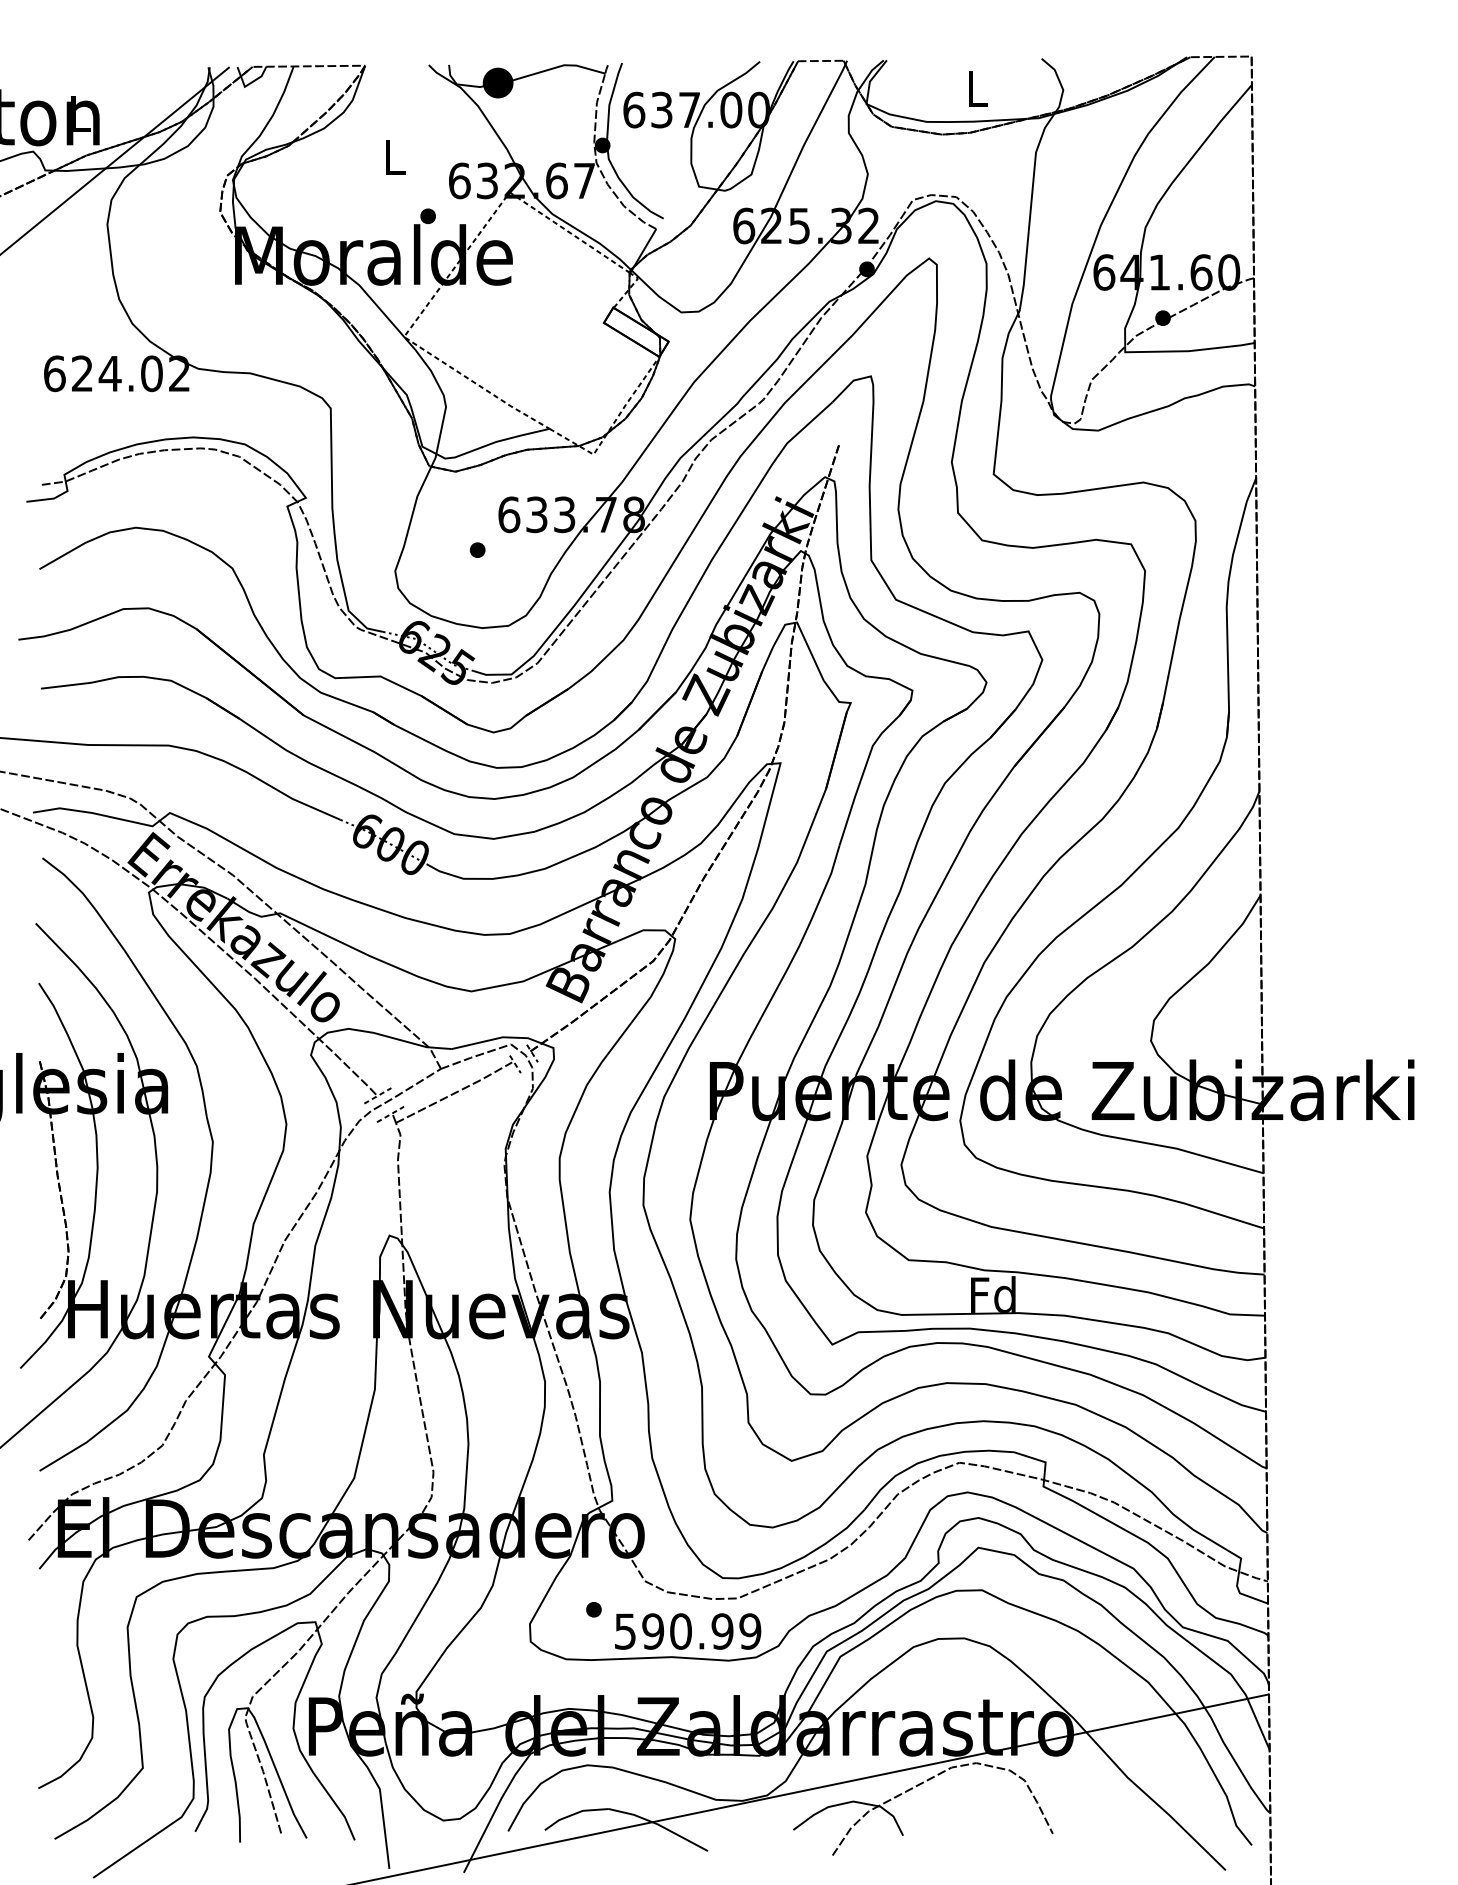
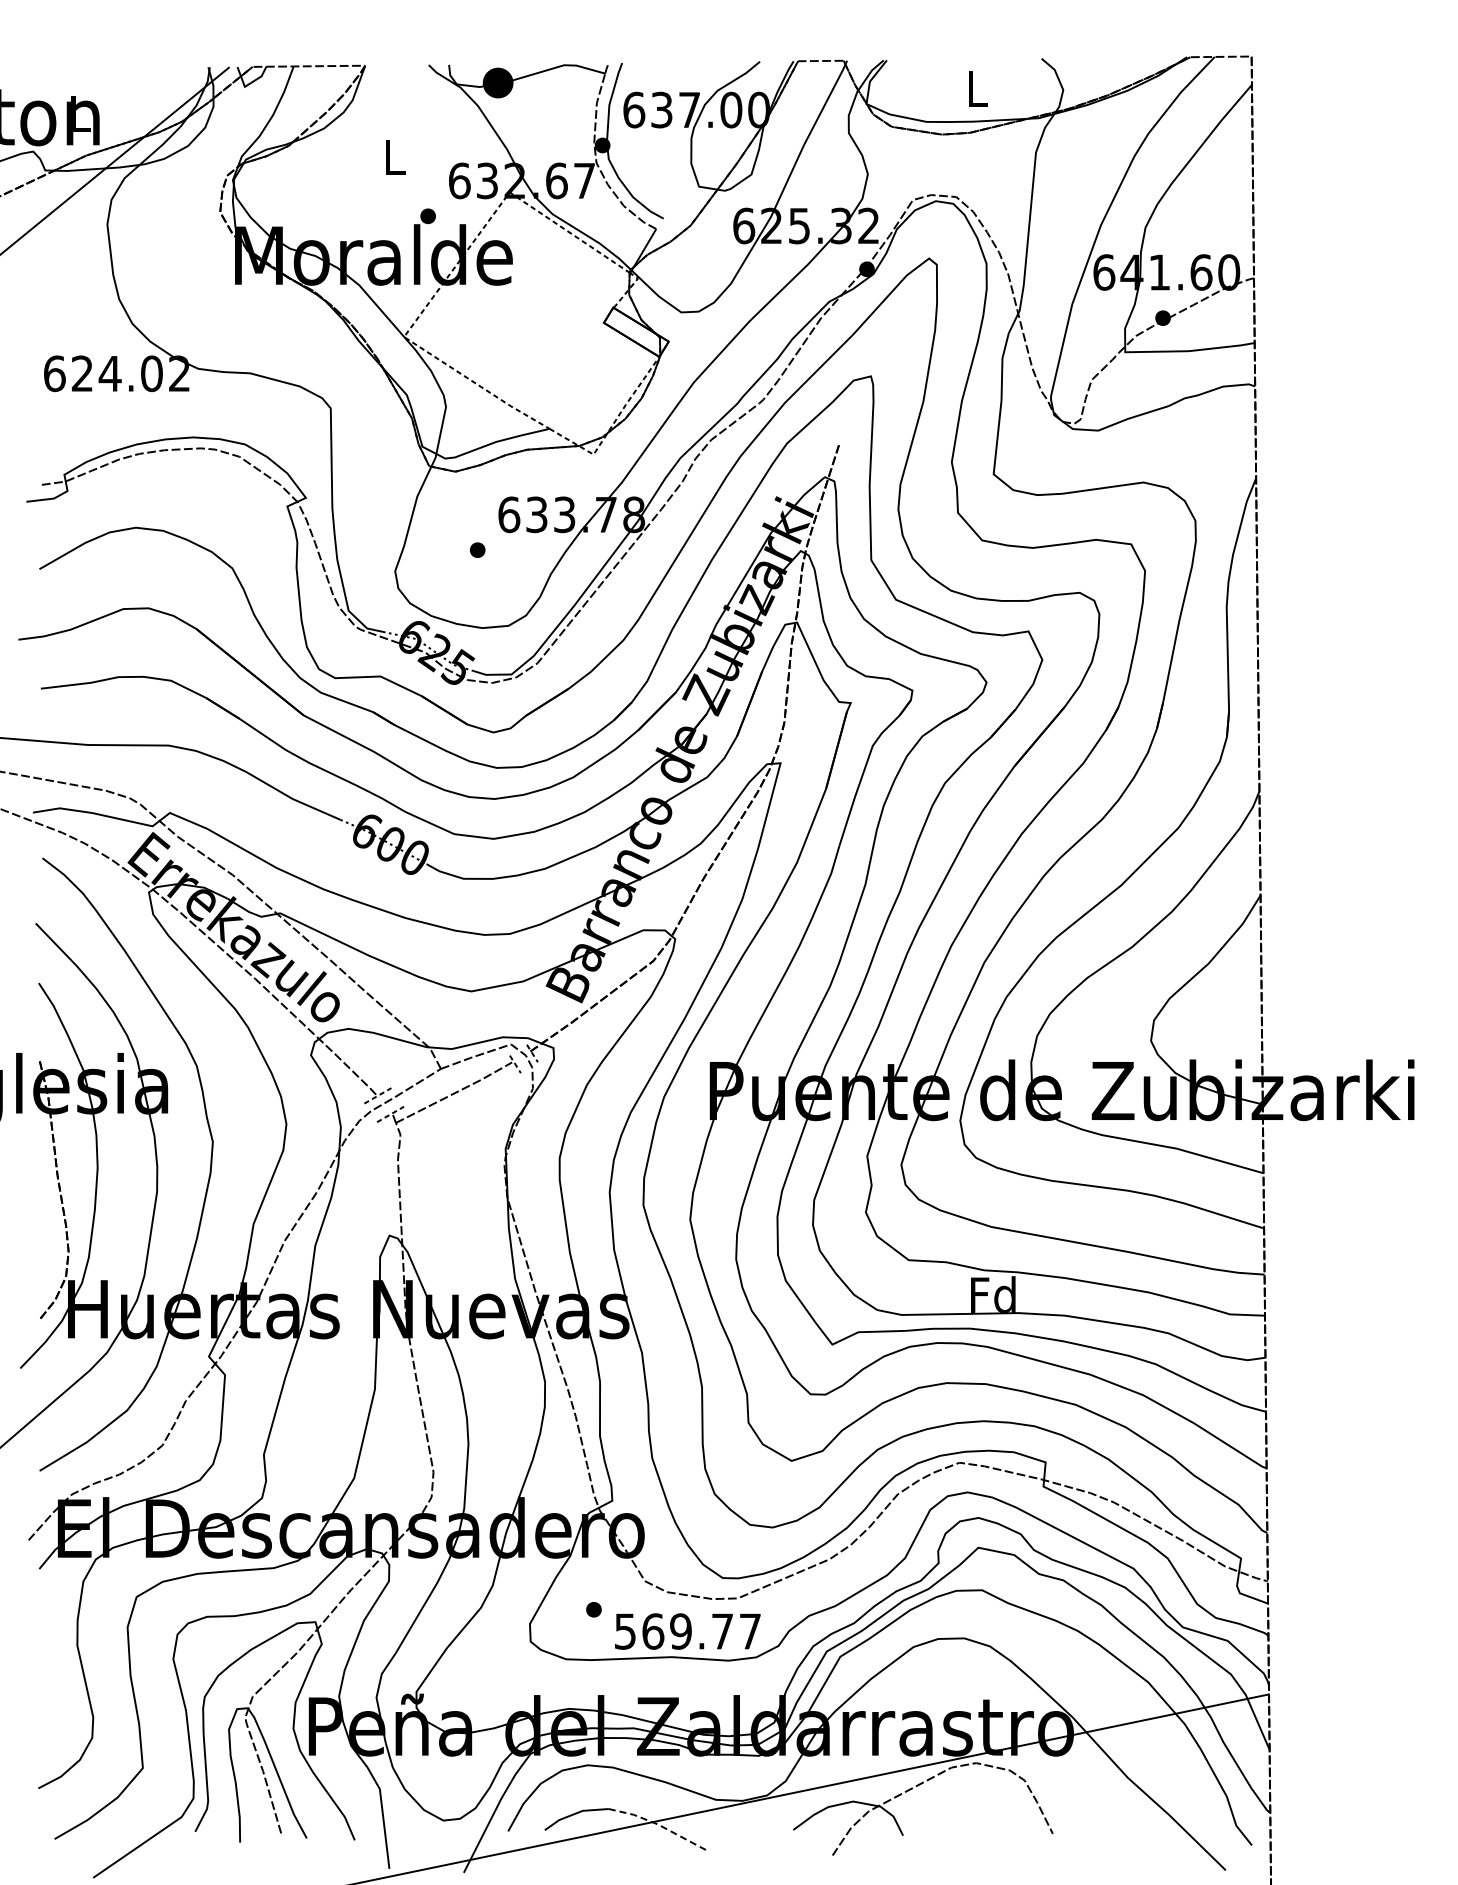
text at (701, 1631): 590.99 -> 569.77
line at (659, 1825): solid -> dashed
